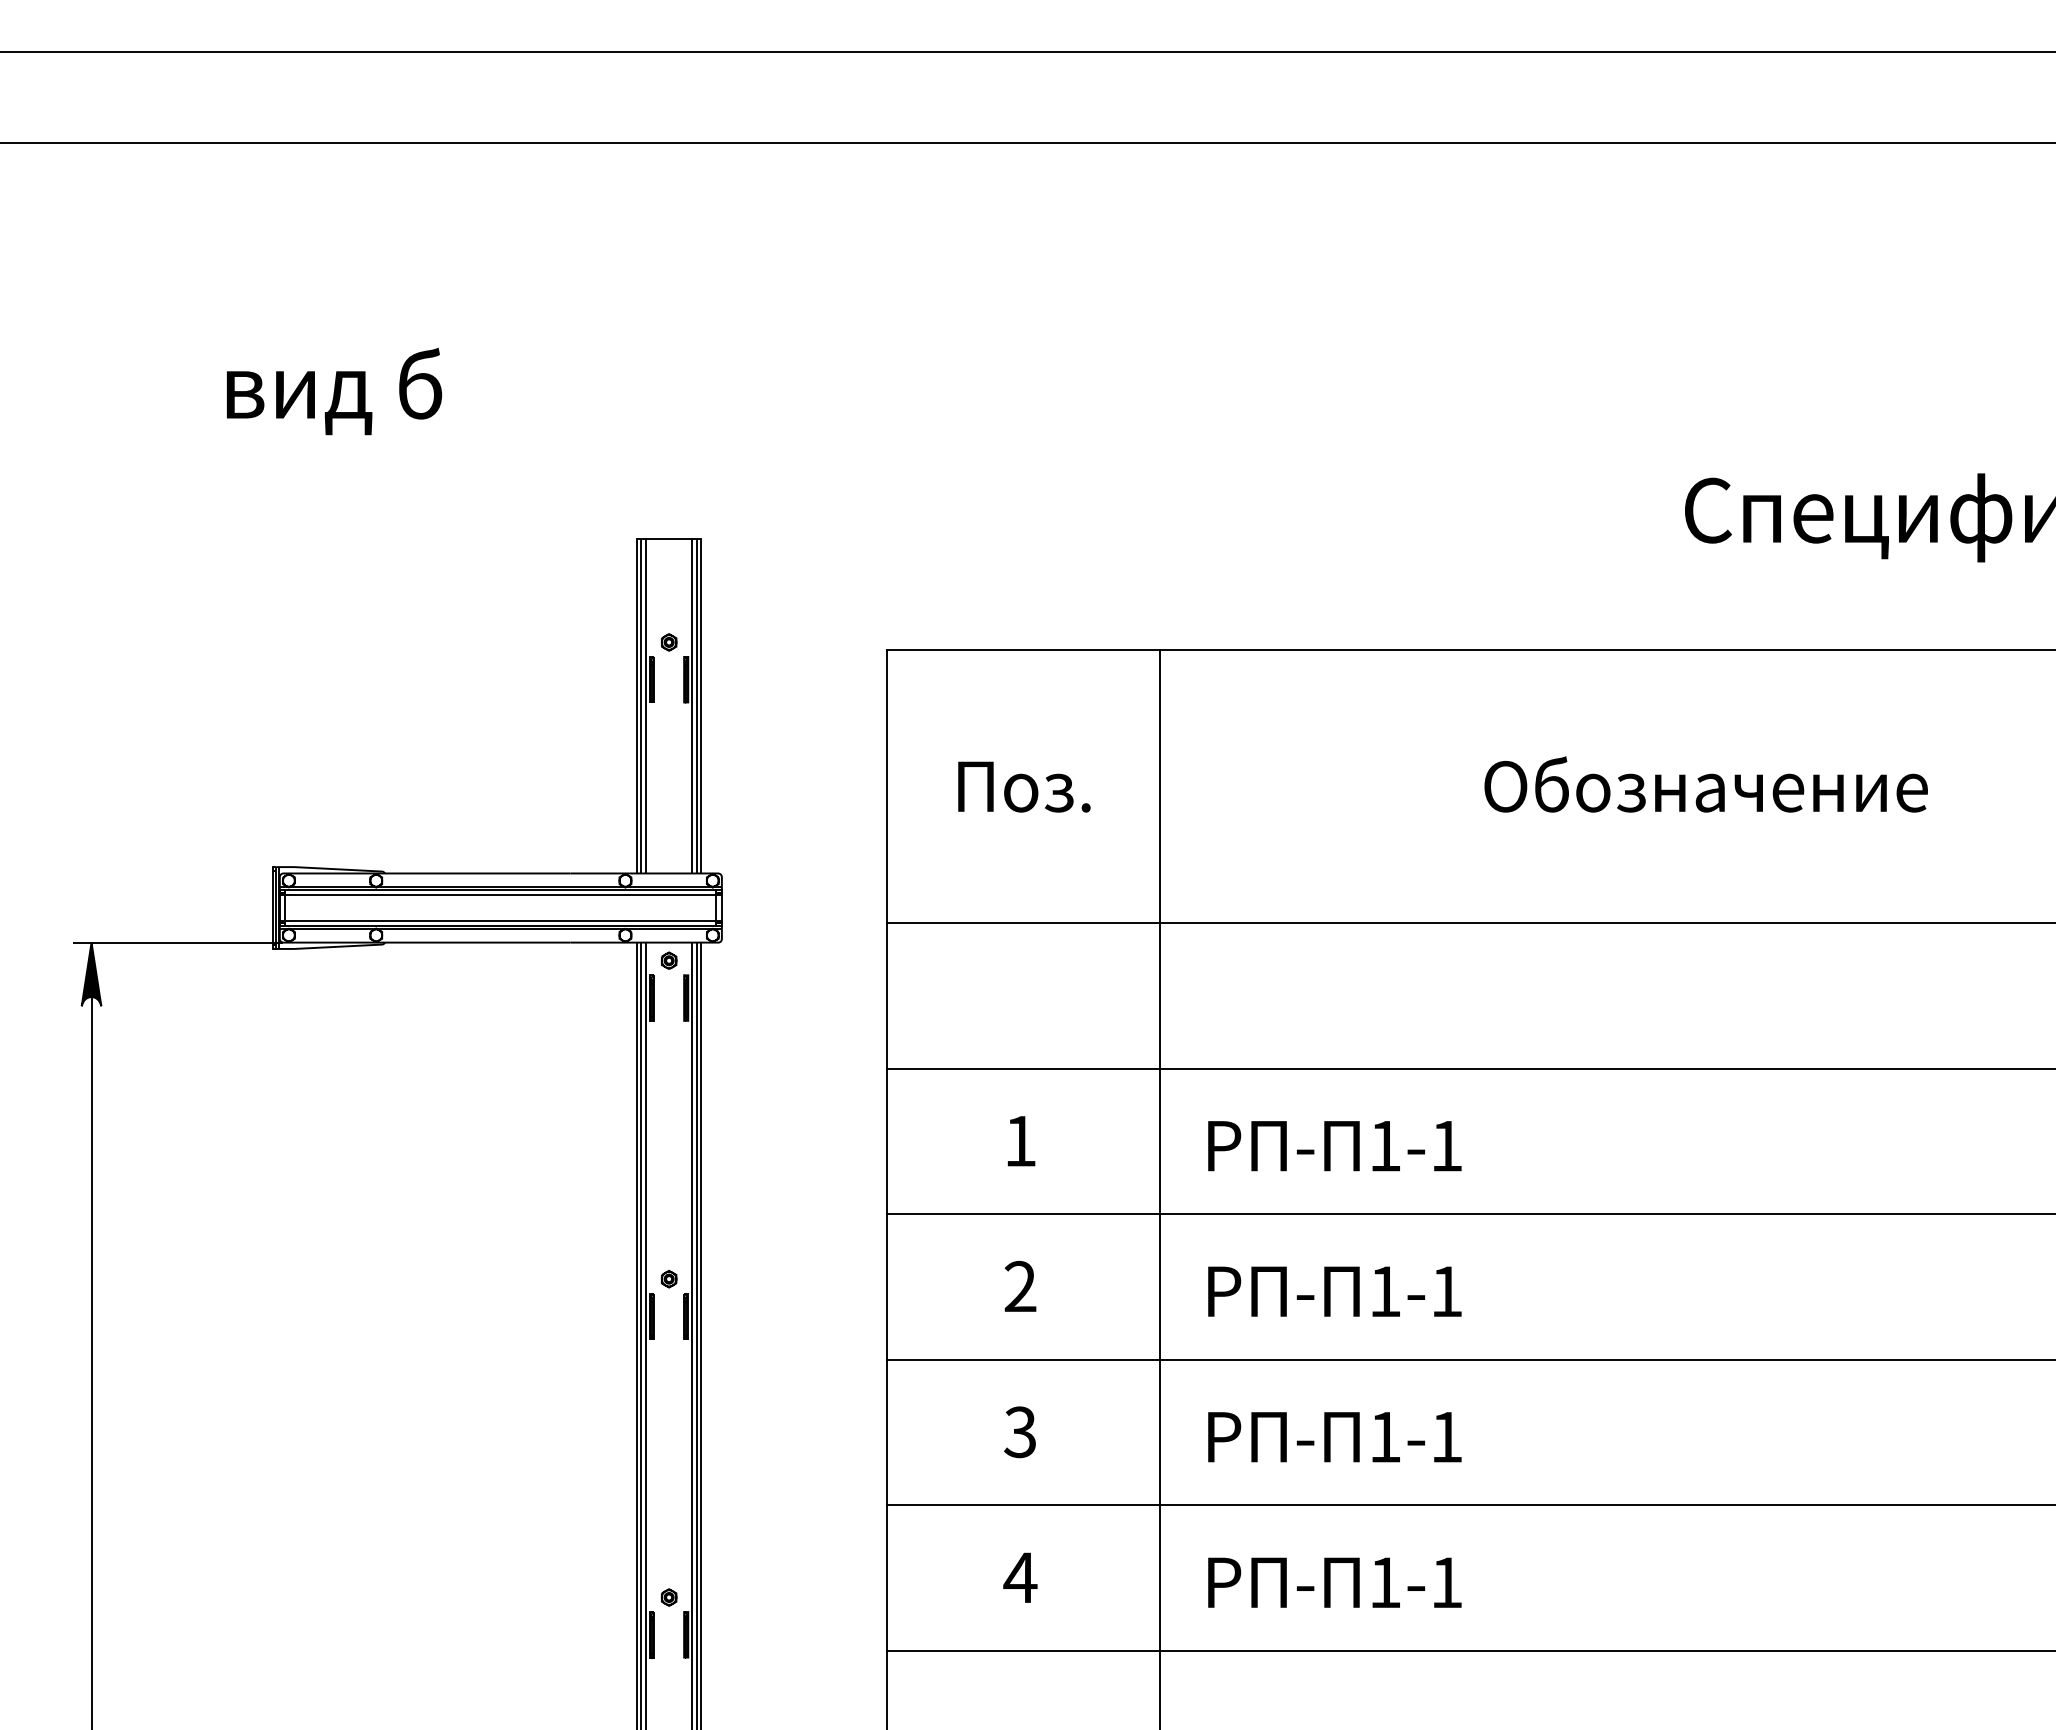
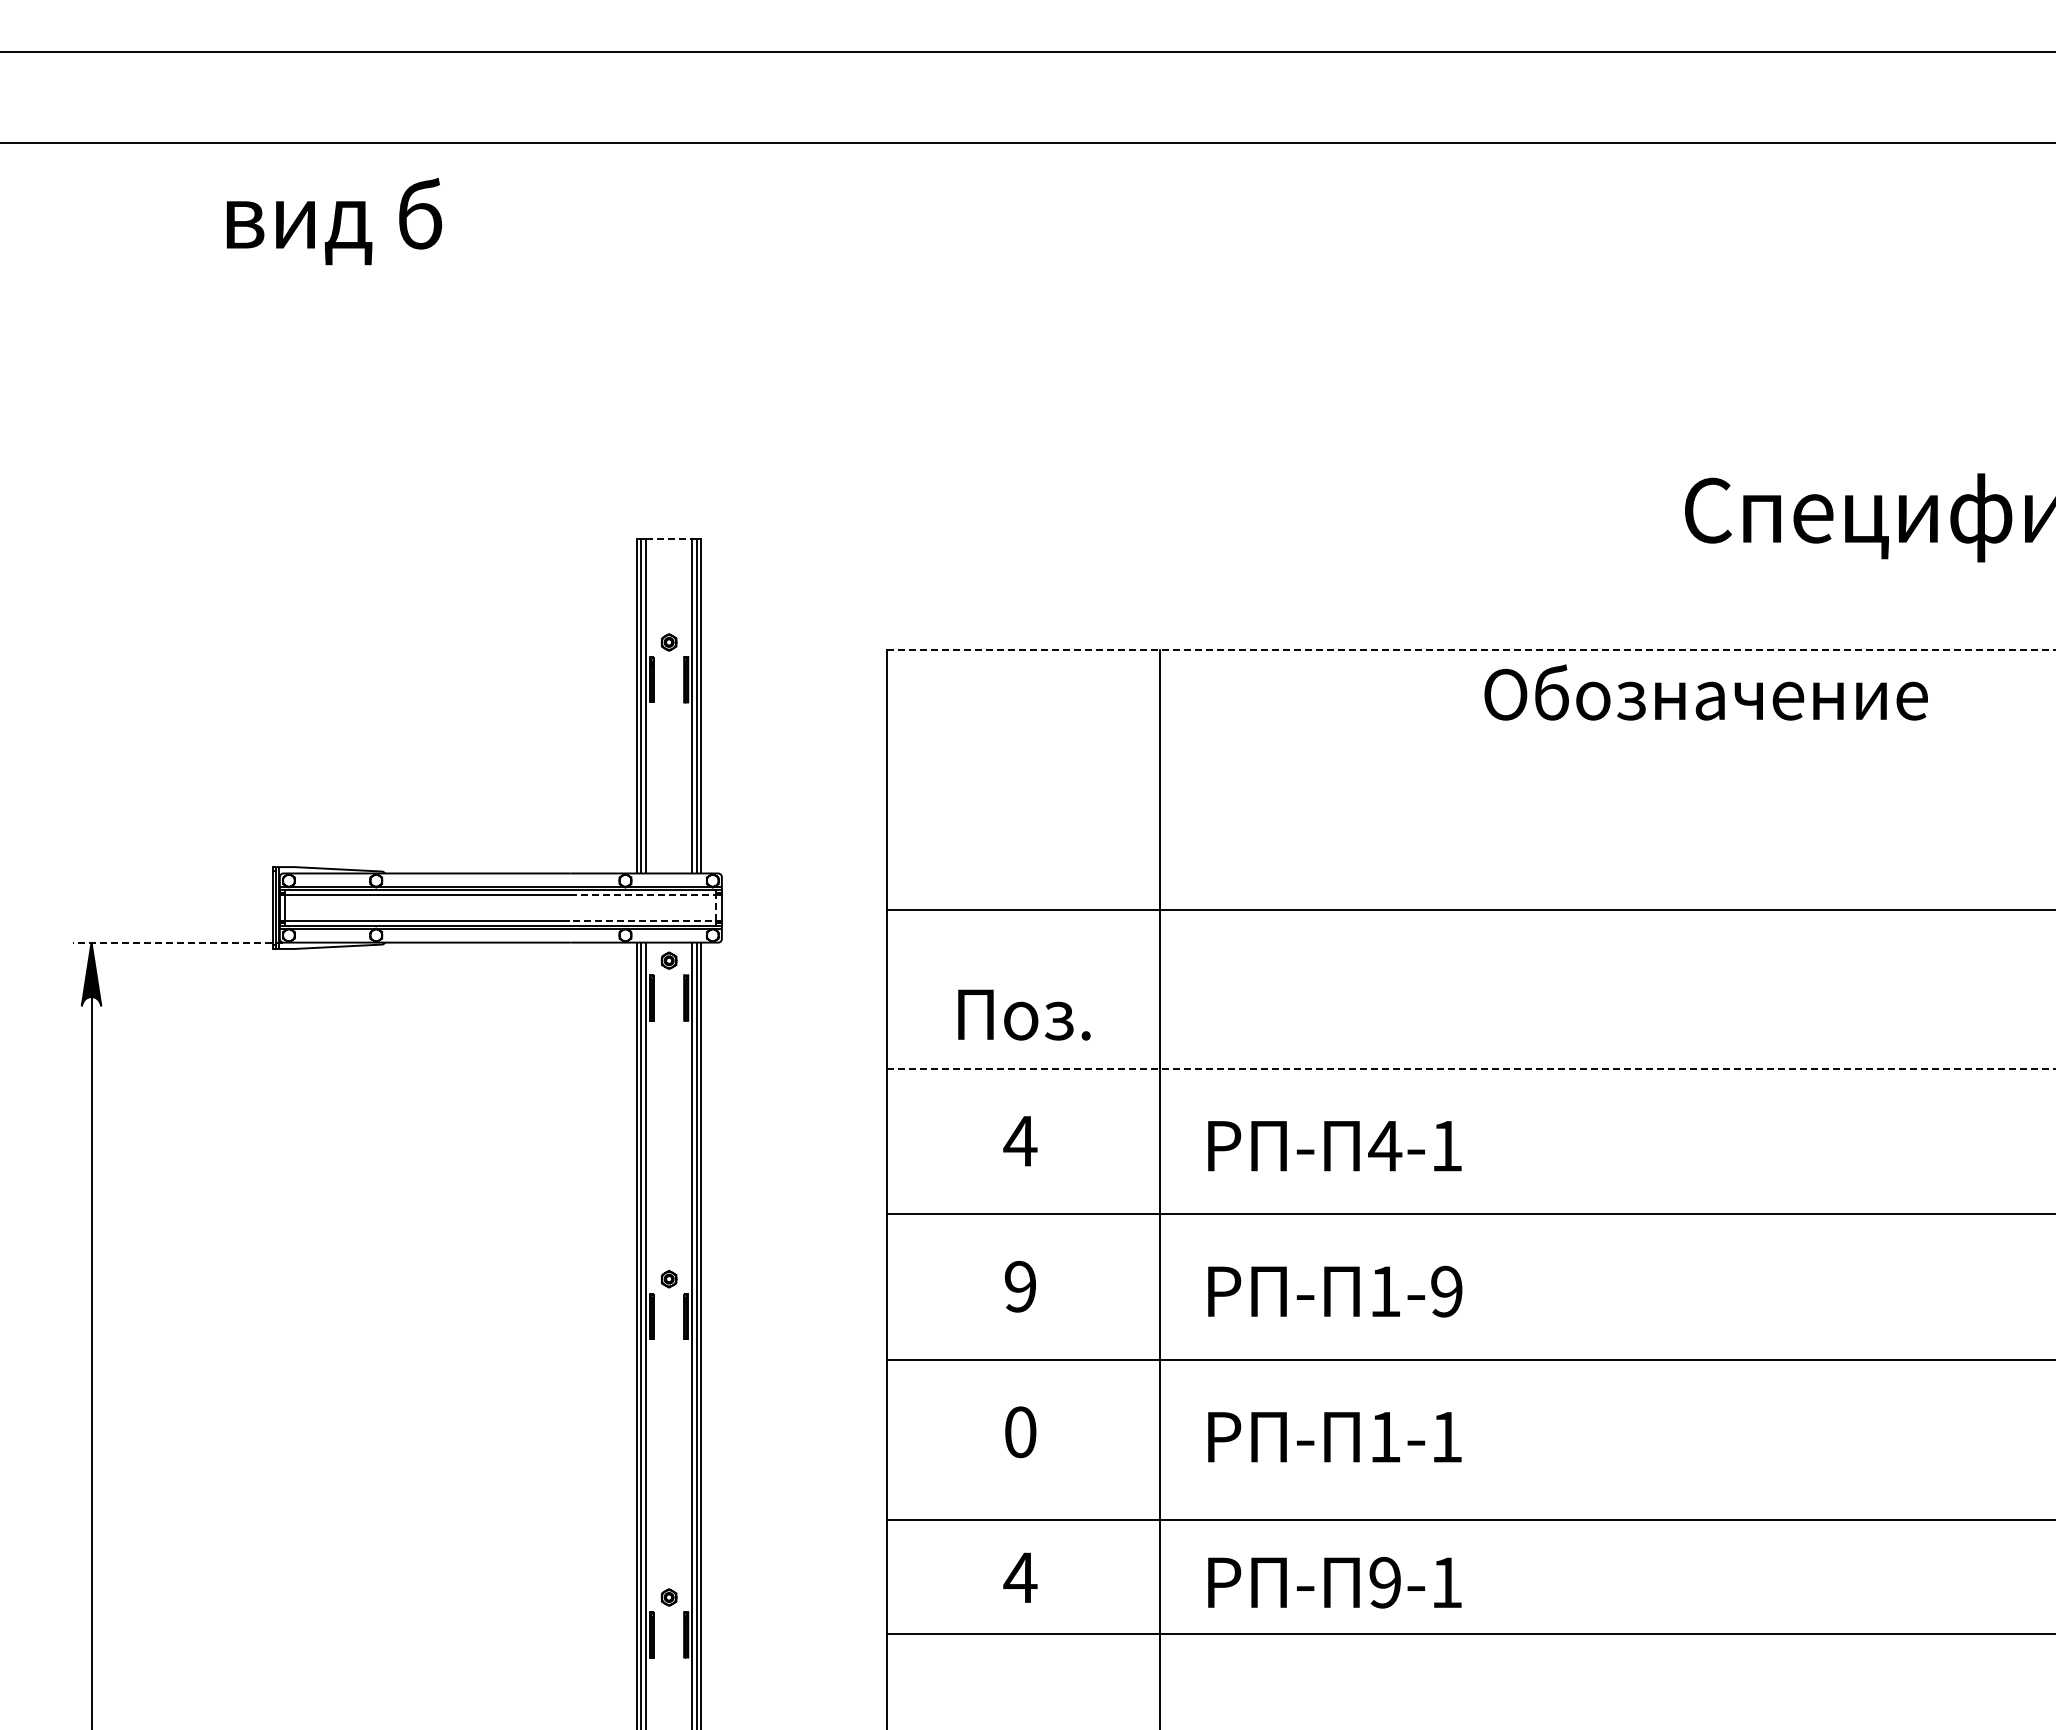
text at (334, 391) position: (334, 391) -> (334, 221)
line at (669, 538): solid -> dashed
line at (1472, 650): solid -> dashed
text at (1705, 784) position: (1705, 784) -> (1705, 692)
text at (1024, 786) position: (1024, 786) -> (1024, 1014)
line at (716, 908): solid -> dashed
line at (1469, 923) position: (1469, 923) -> (1469, 910)
line at (178, 942): solid -> dashed
line at (1472, 1068): solid -> dashed
text at (1020, 1141): 1 -> 4
text at (1385, 1146): 1-1 -> 4-1
text at (1020, 1286): 2 -> 9
text at (1446, 1291): 1-1 -> 1-9
text at (1020, 1432): 3 -> 0
line at (1469, 1505) position: (1469, 1505) -> (1469, 1520)
text at (1384, 1582): 1-1 -> 9-1
line at (1469, 1650) position: (1469, 1650) -> (1469, 1633)
